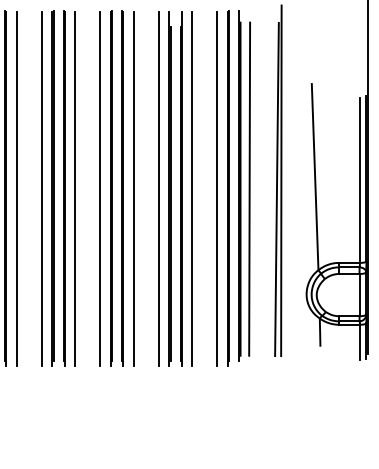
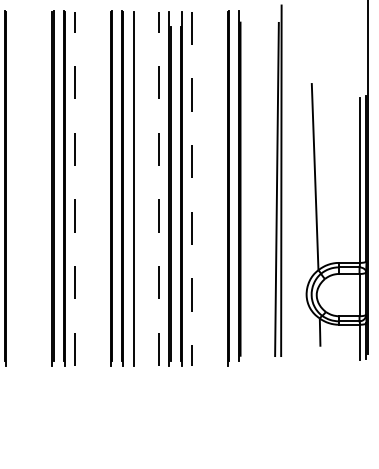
line at (16, 188): present -> none
line at (41, 188): present -> none
line at (75, 188): solid -> dashed
line at (100, 188): present -> none
line at (158, 188): solid -> dashed
line at (217, 188): present -> none
line at (249, 188): present -> none
line at (192, 189): solid -> dashed
